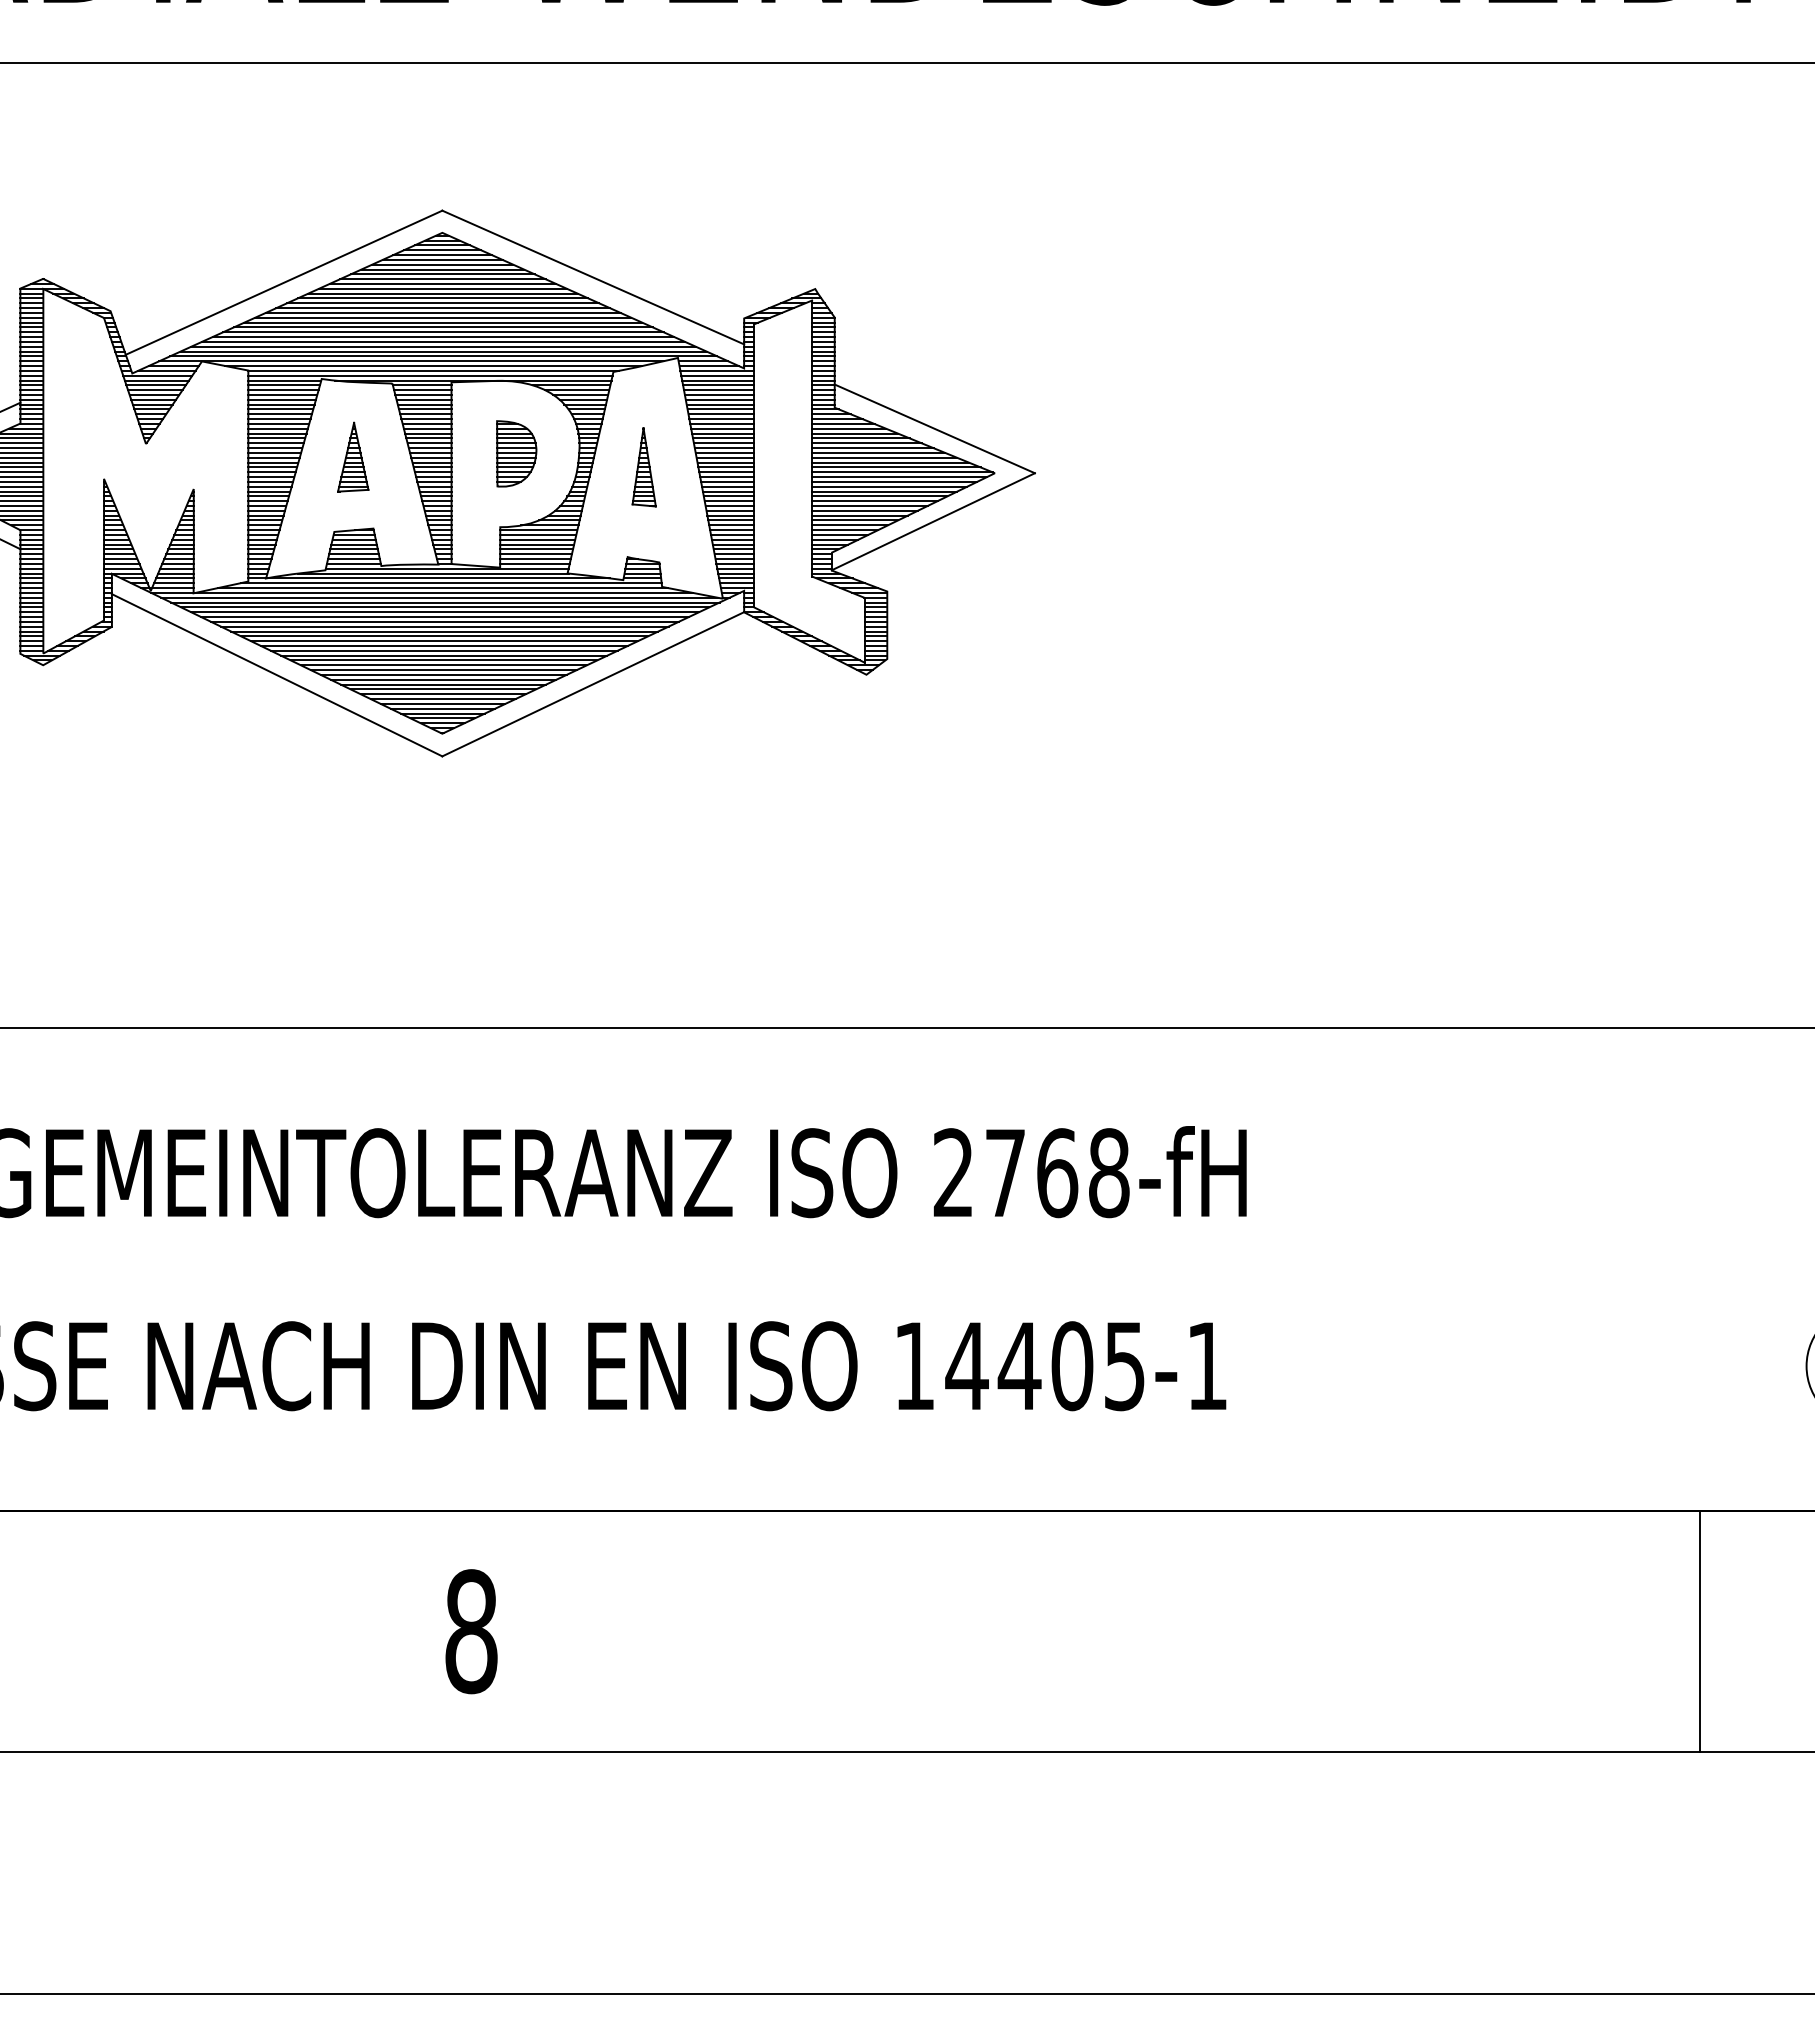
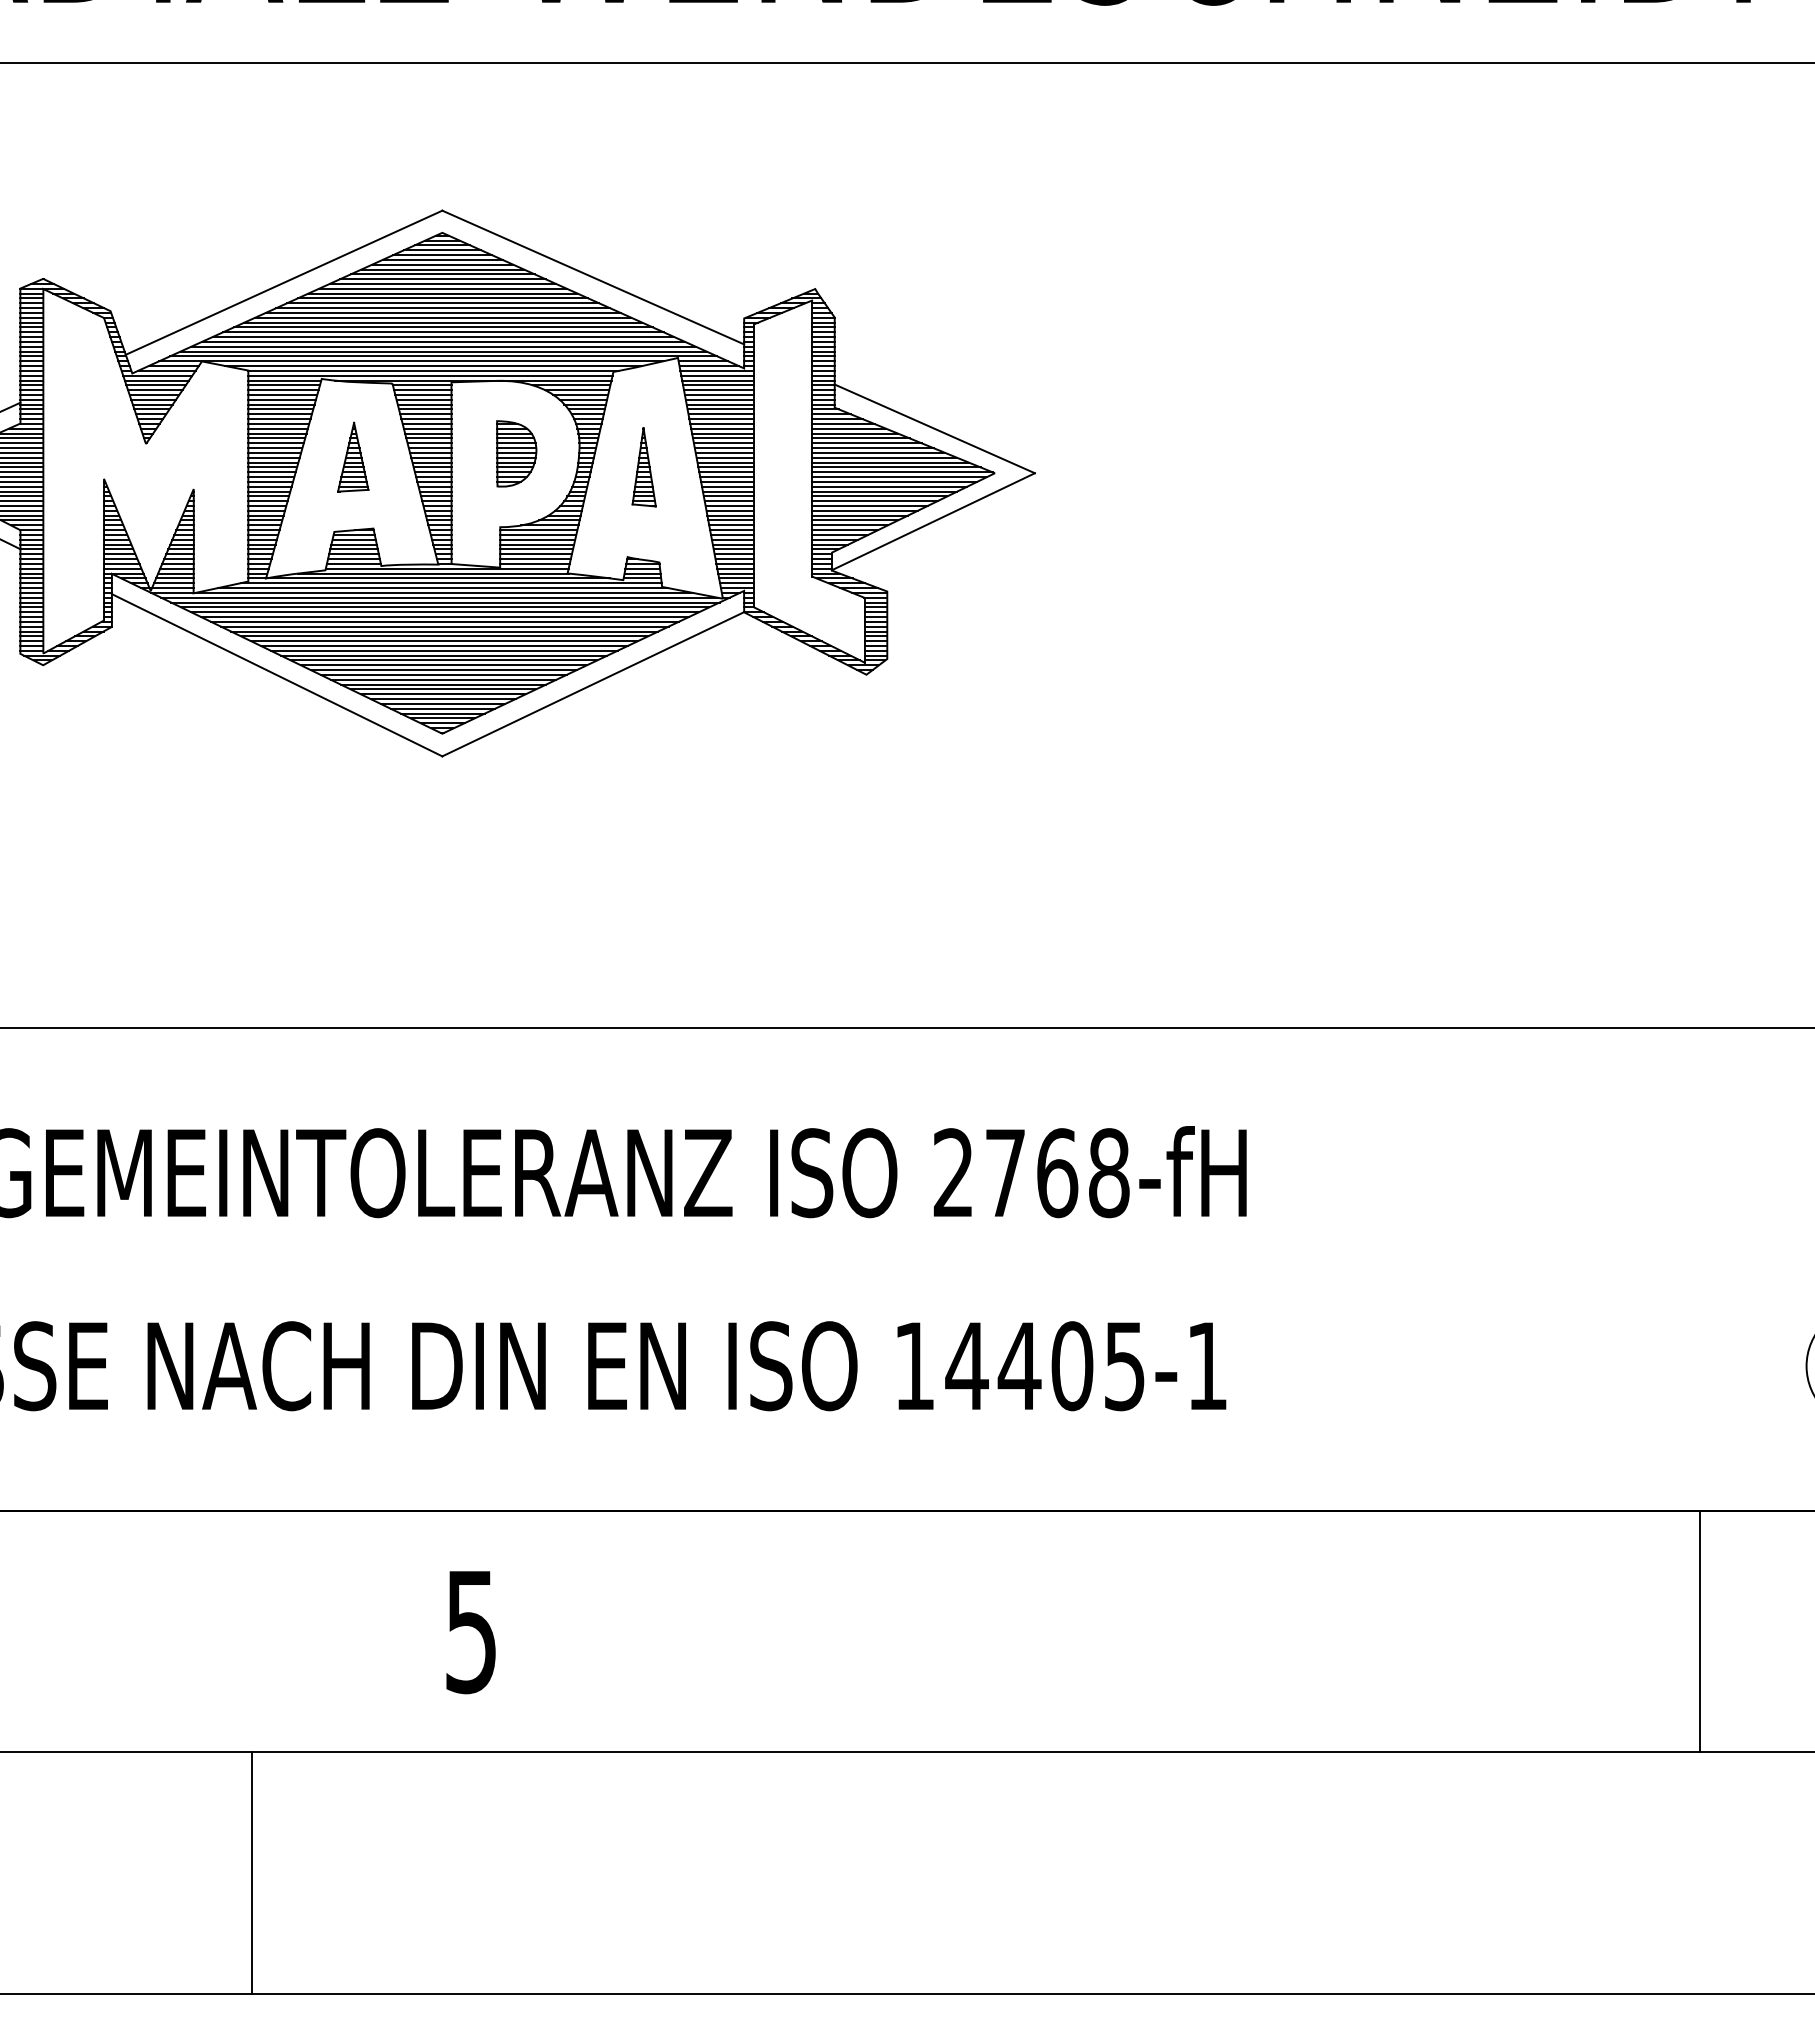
text at (471, 1631): 8 -> 5
line at (251, 1872): none -> present
